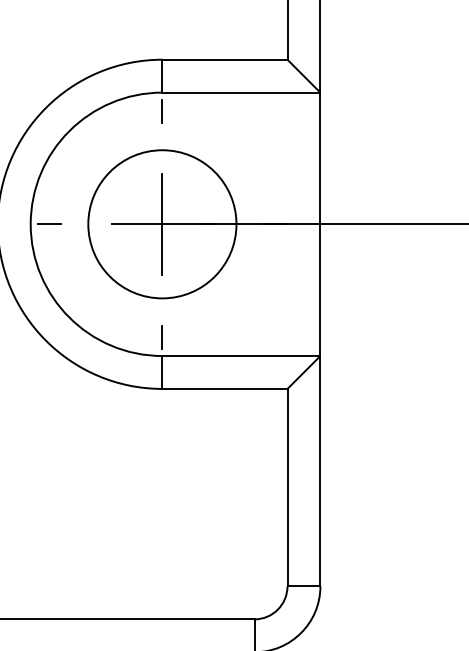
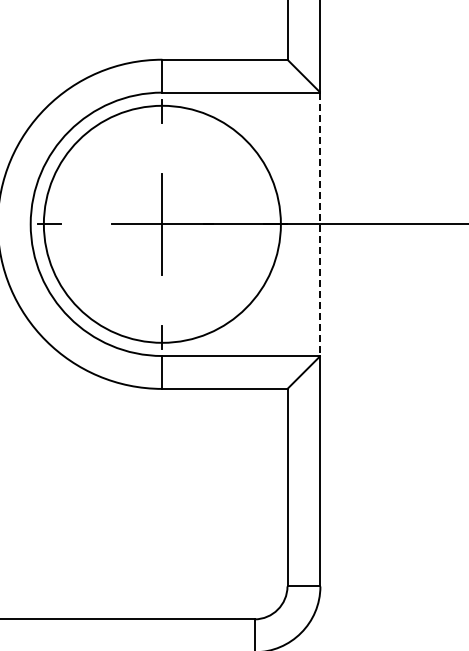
circle at (162, 224) diameter: 148 px -> 237 px
line at (320, 224): solid -> dashed
